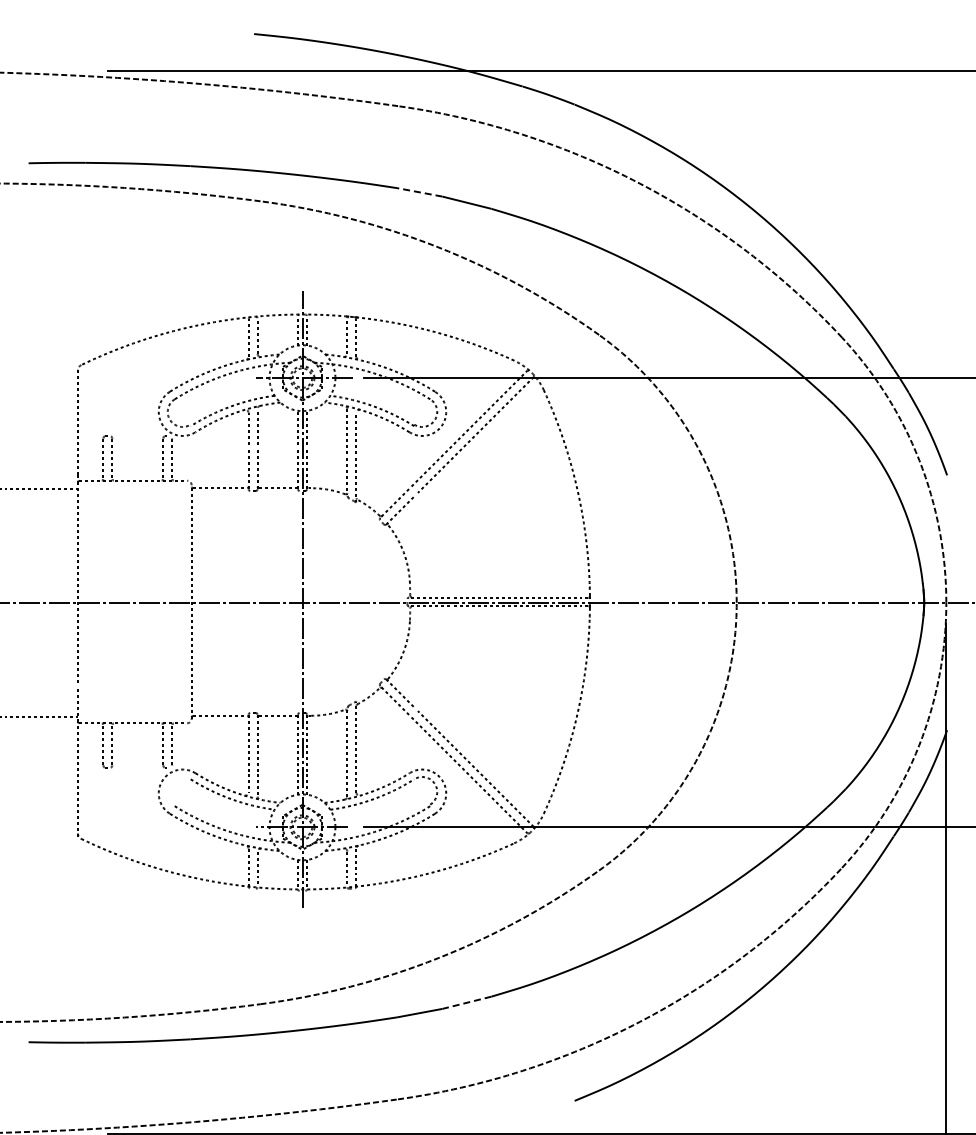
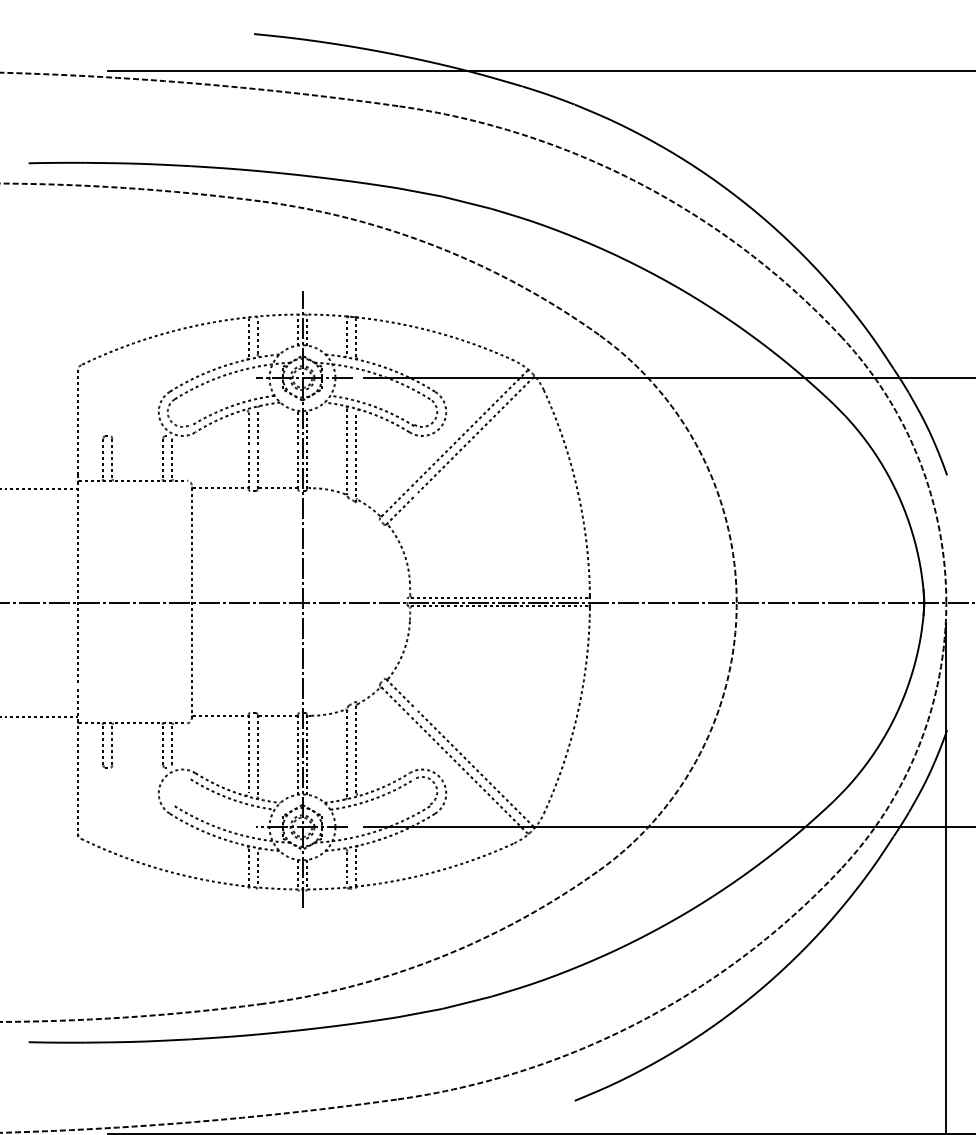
line at (419, 192): dashed -> solid
line at (466, 1002): dashed -> solid
